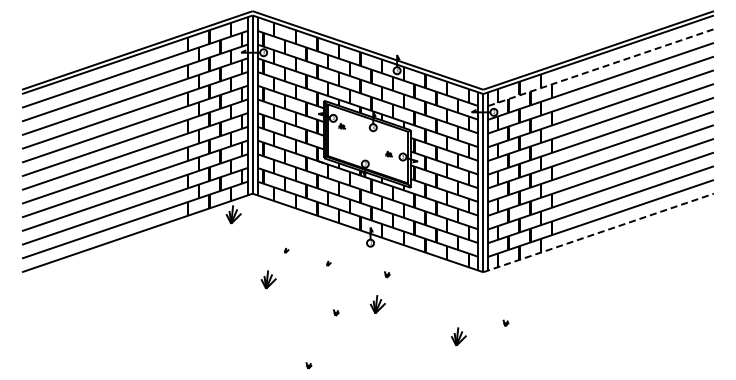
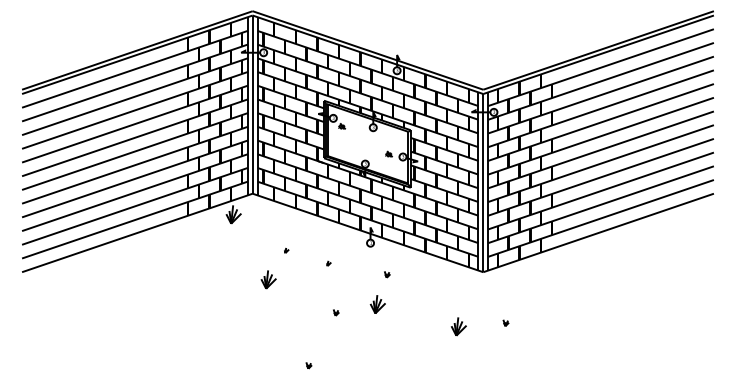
line at (601, 67): dashed -> solid
line at (598, 232): dashed -> solid
part at (458, 336) position: (458, 336) -> (458, 326)
